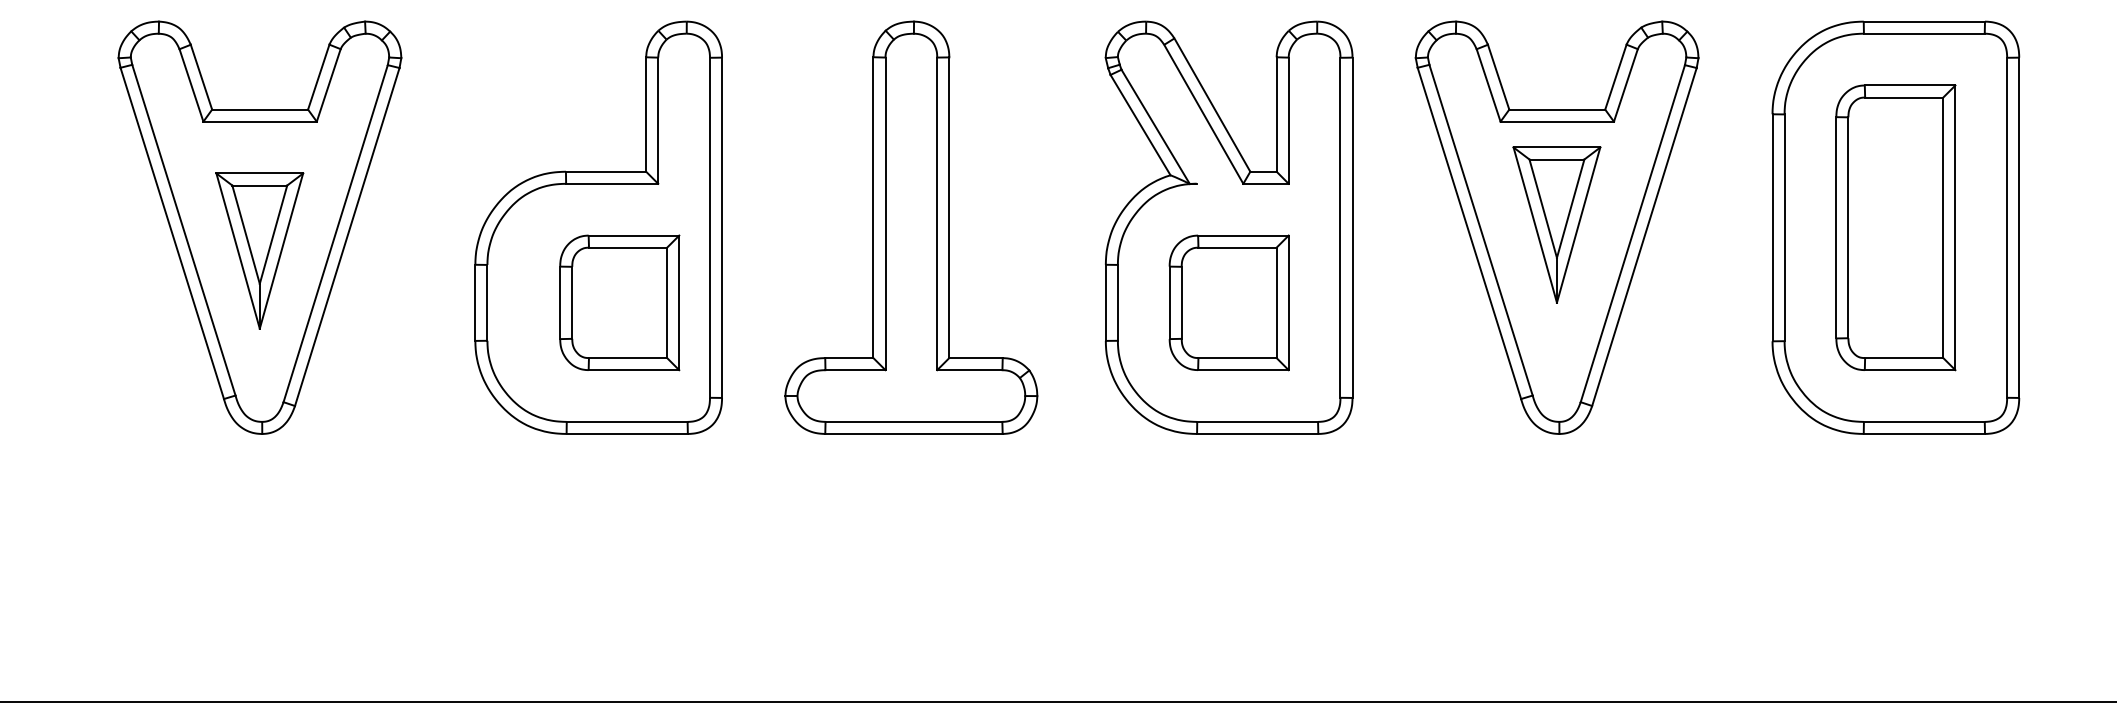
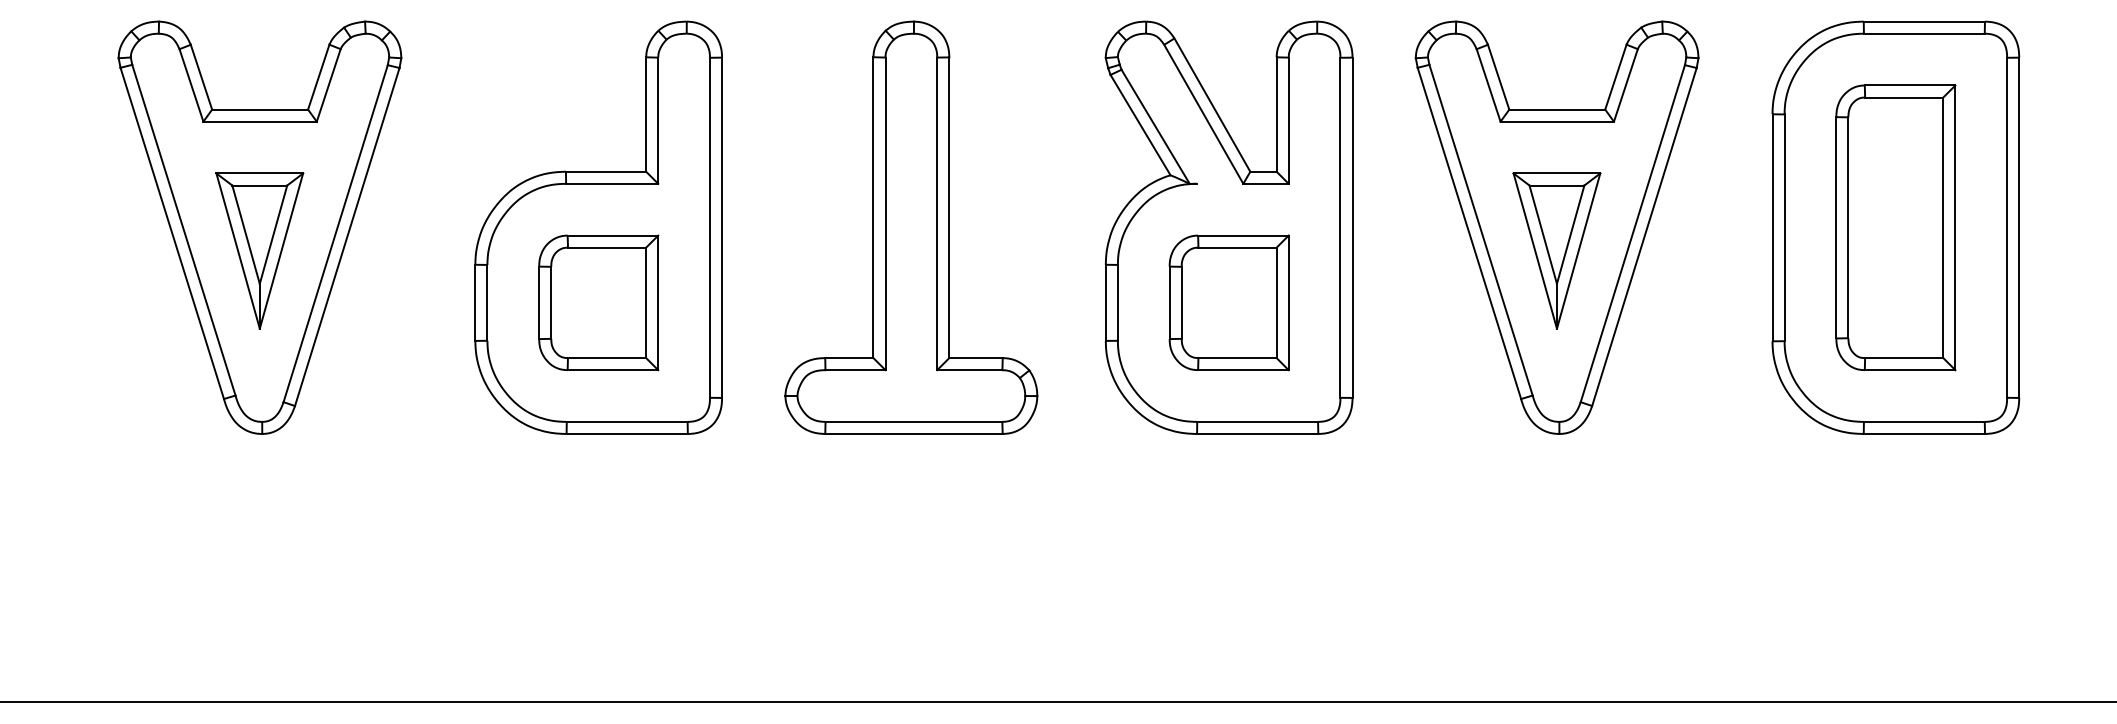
part at (1556, 224) position: (1556, 224) -> (1556, 250)
part at (619, 302) position: (619, 302) -> (598, 302)
